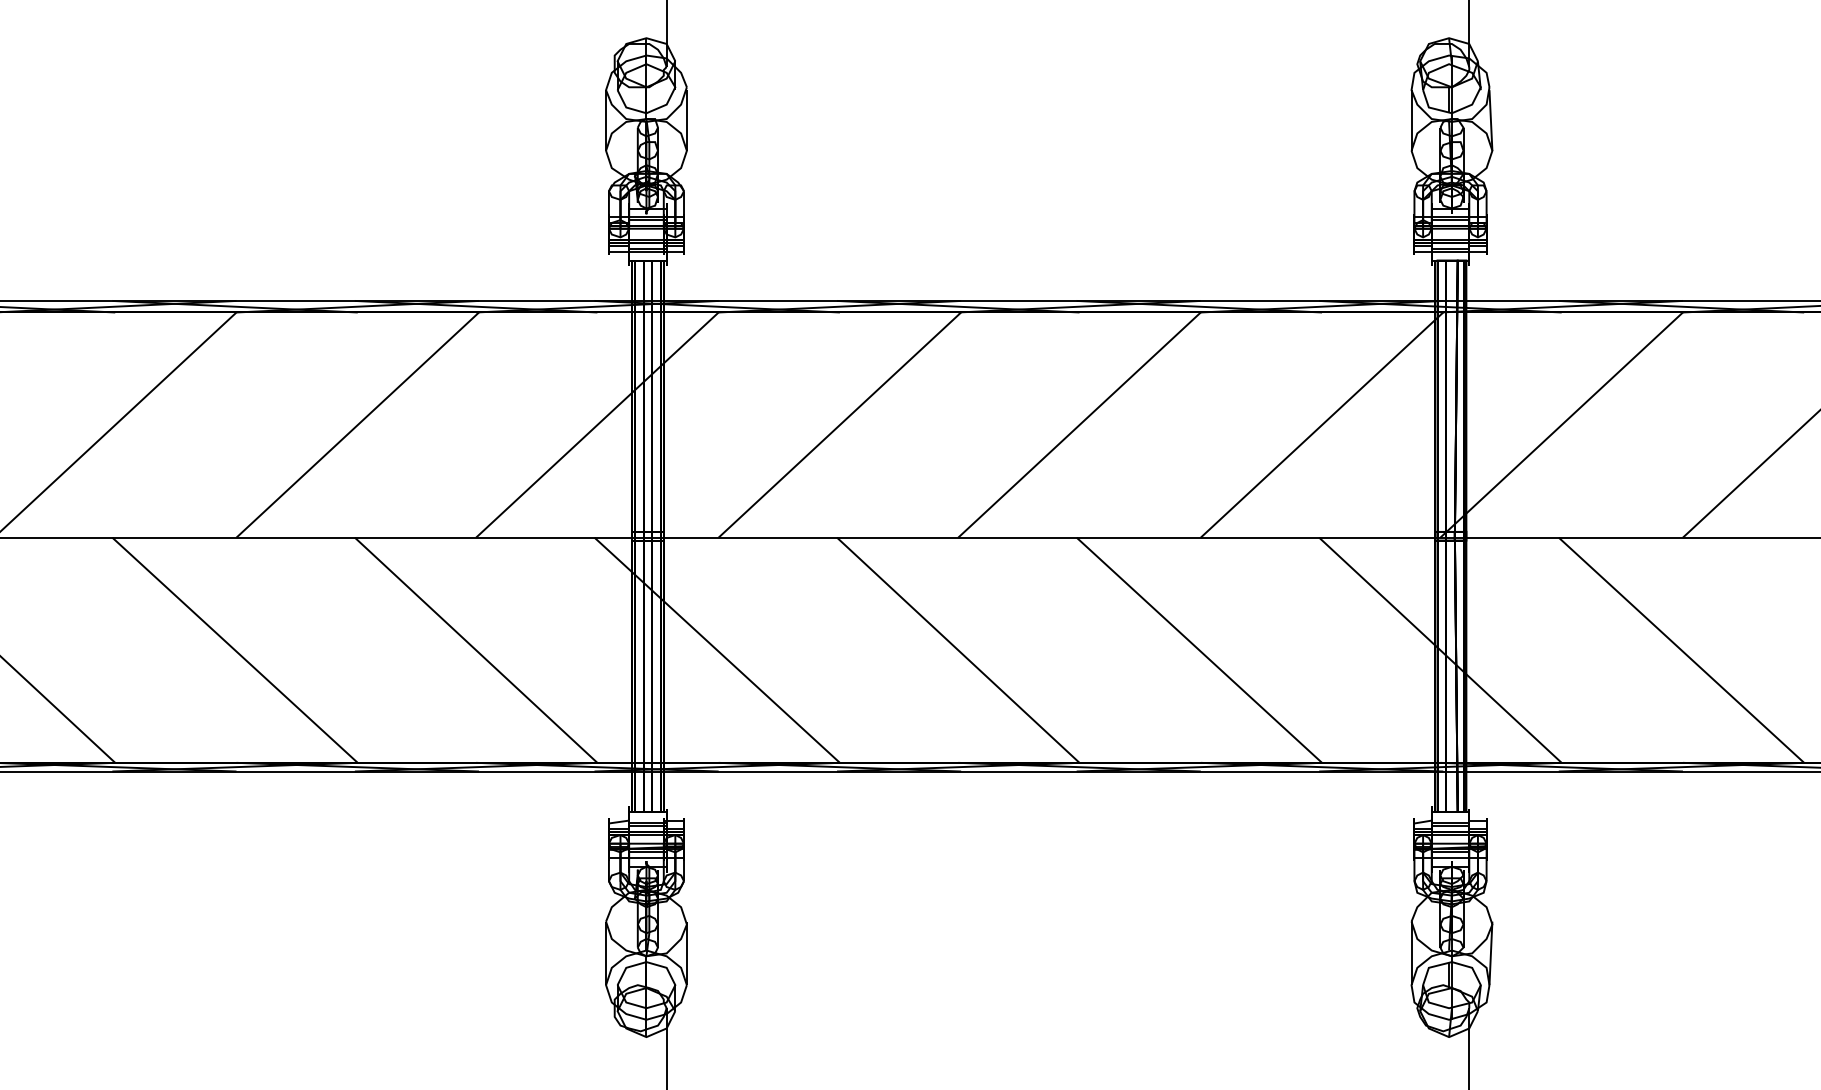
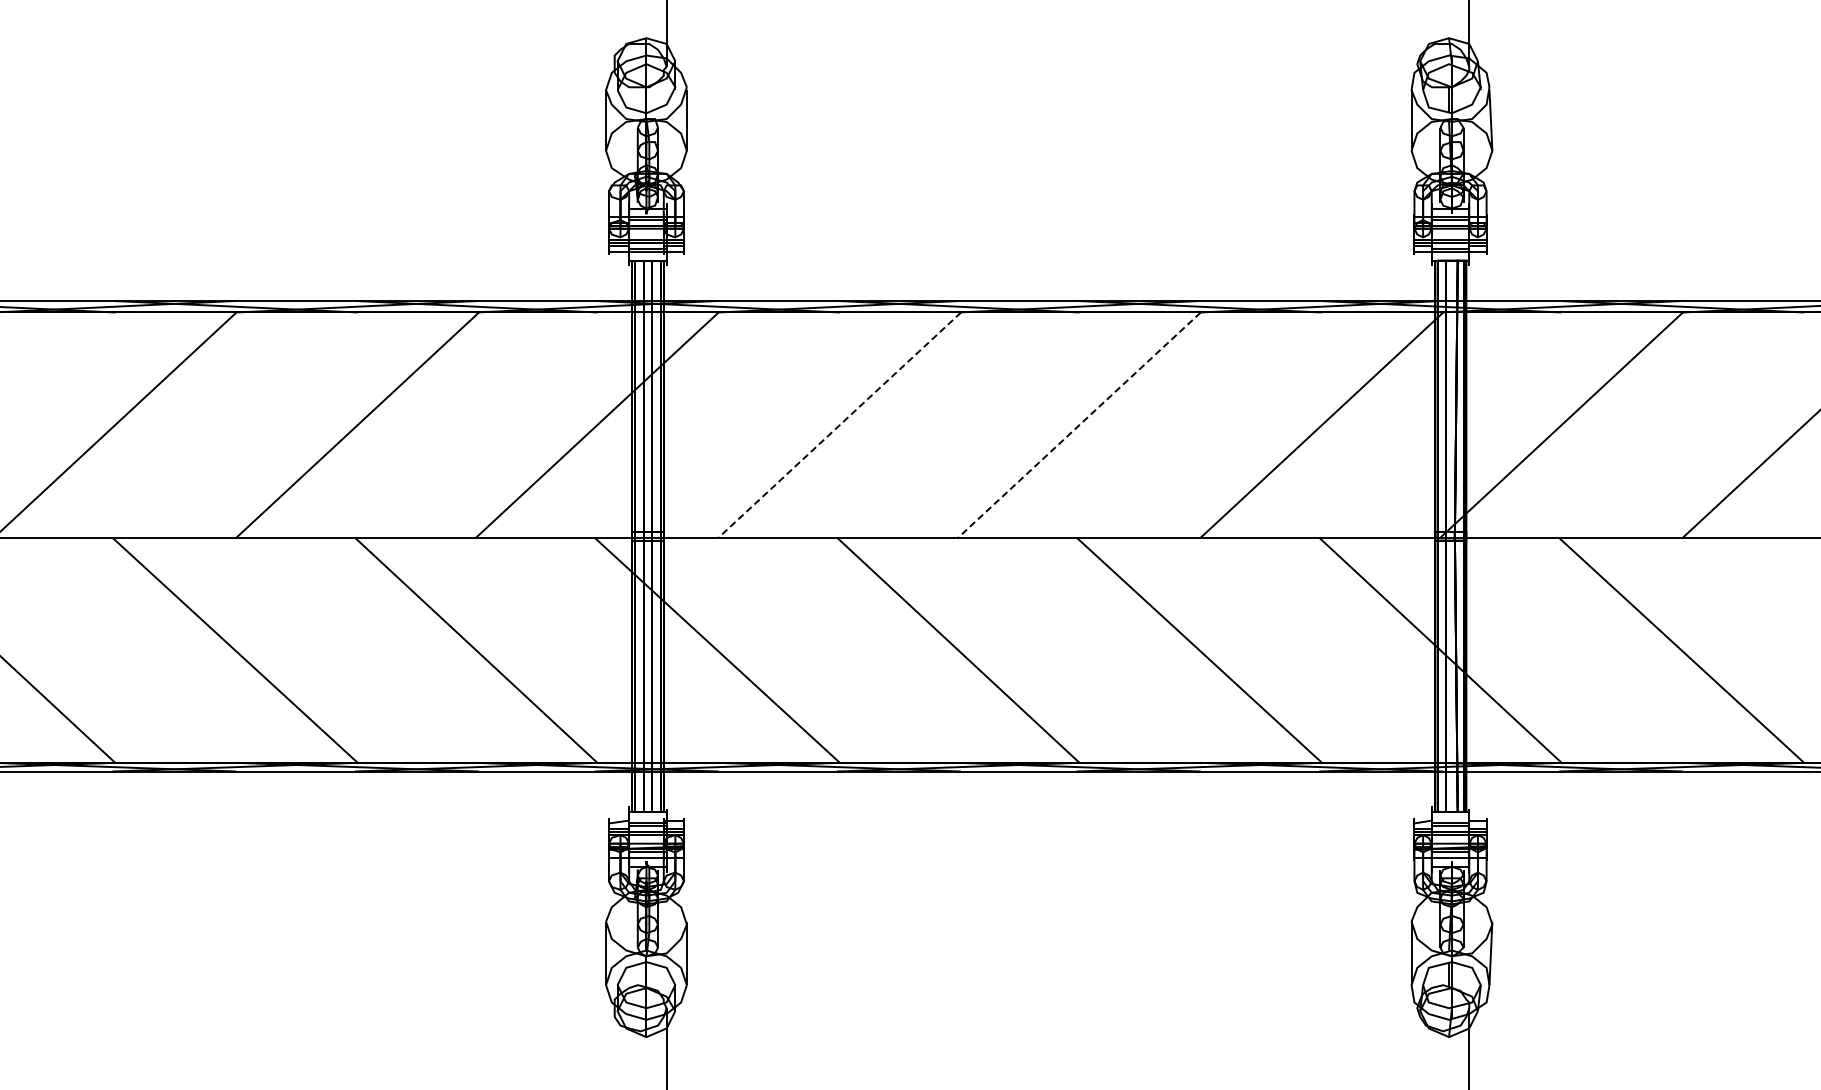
line at (839, 425): solid -> dashed
line at (1079, 425): solid -> dashed
